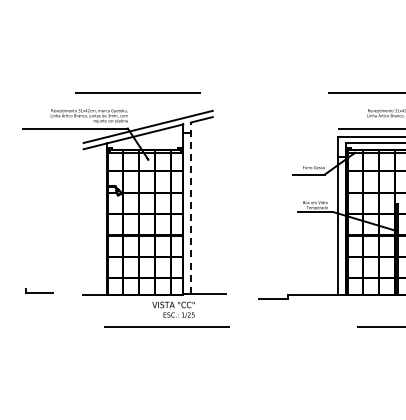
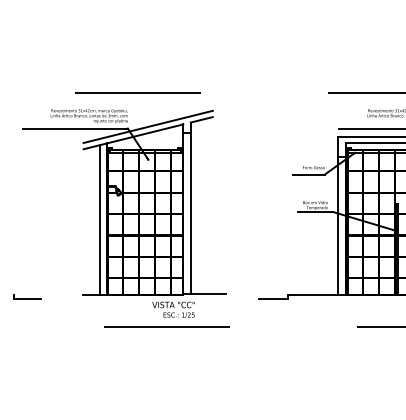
line at (190, 208): dashed -> solid
line at (99, 220): none -> present
part at (39, 290) position: (39, 290) -> (27, 296)
